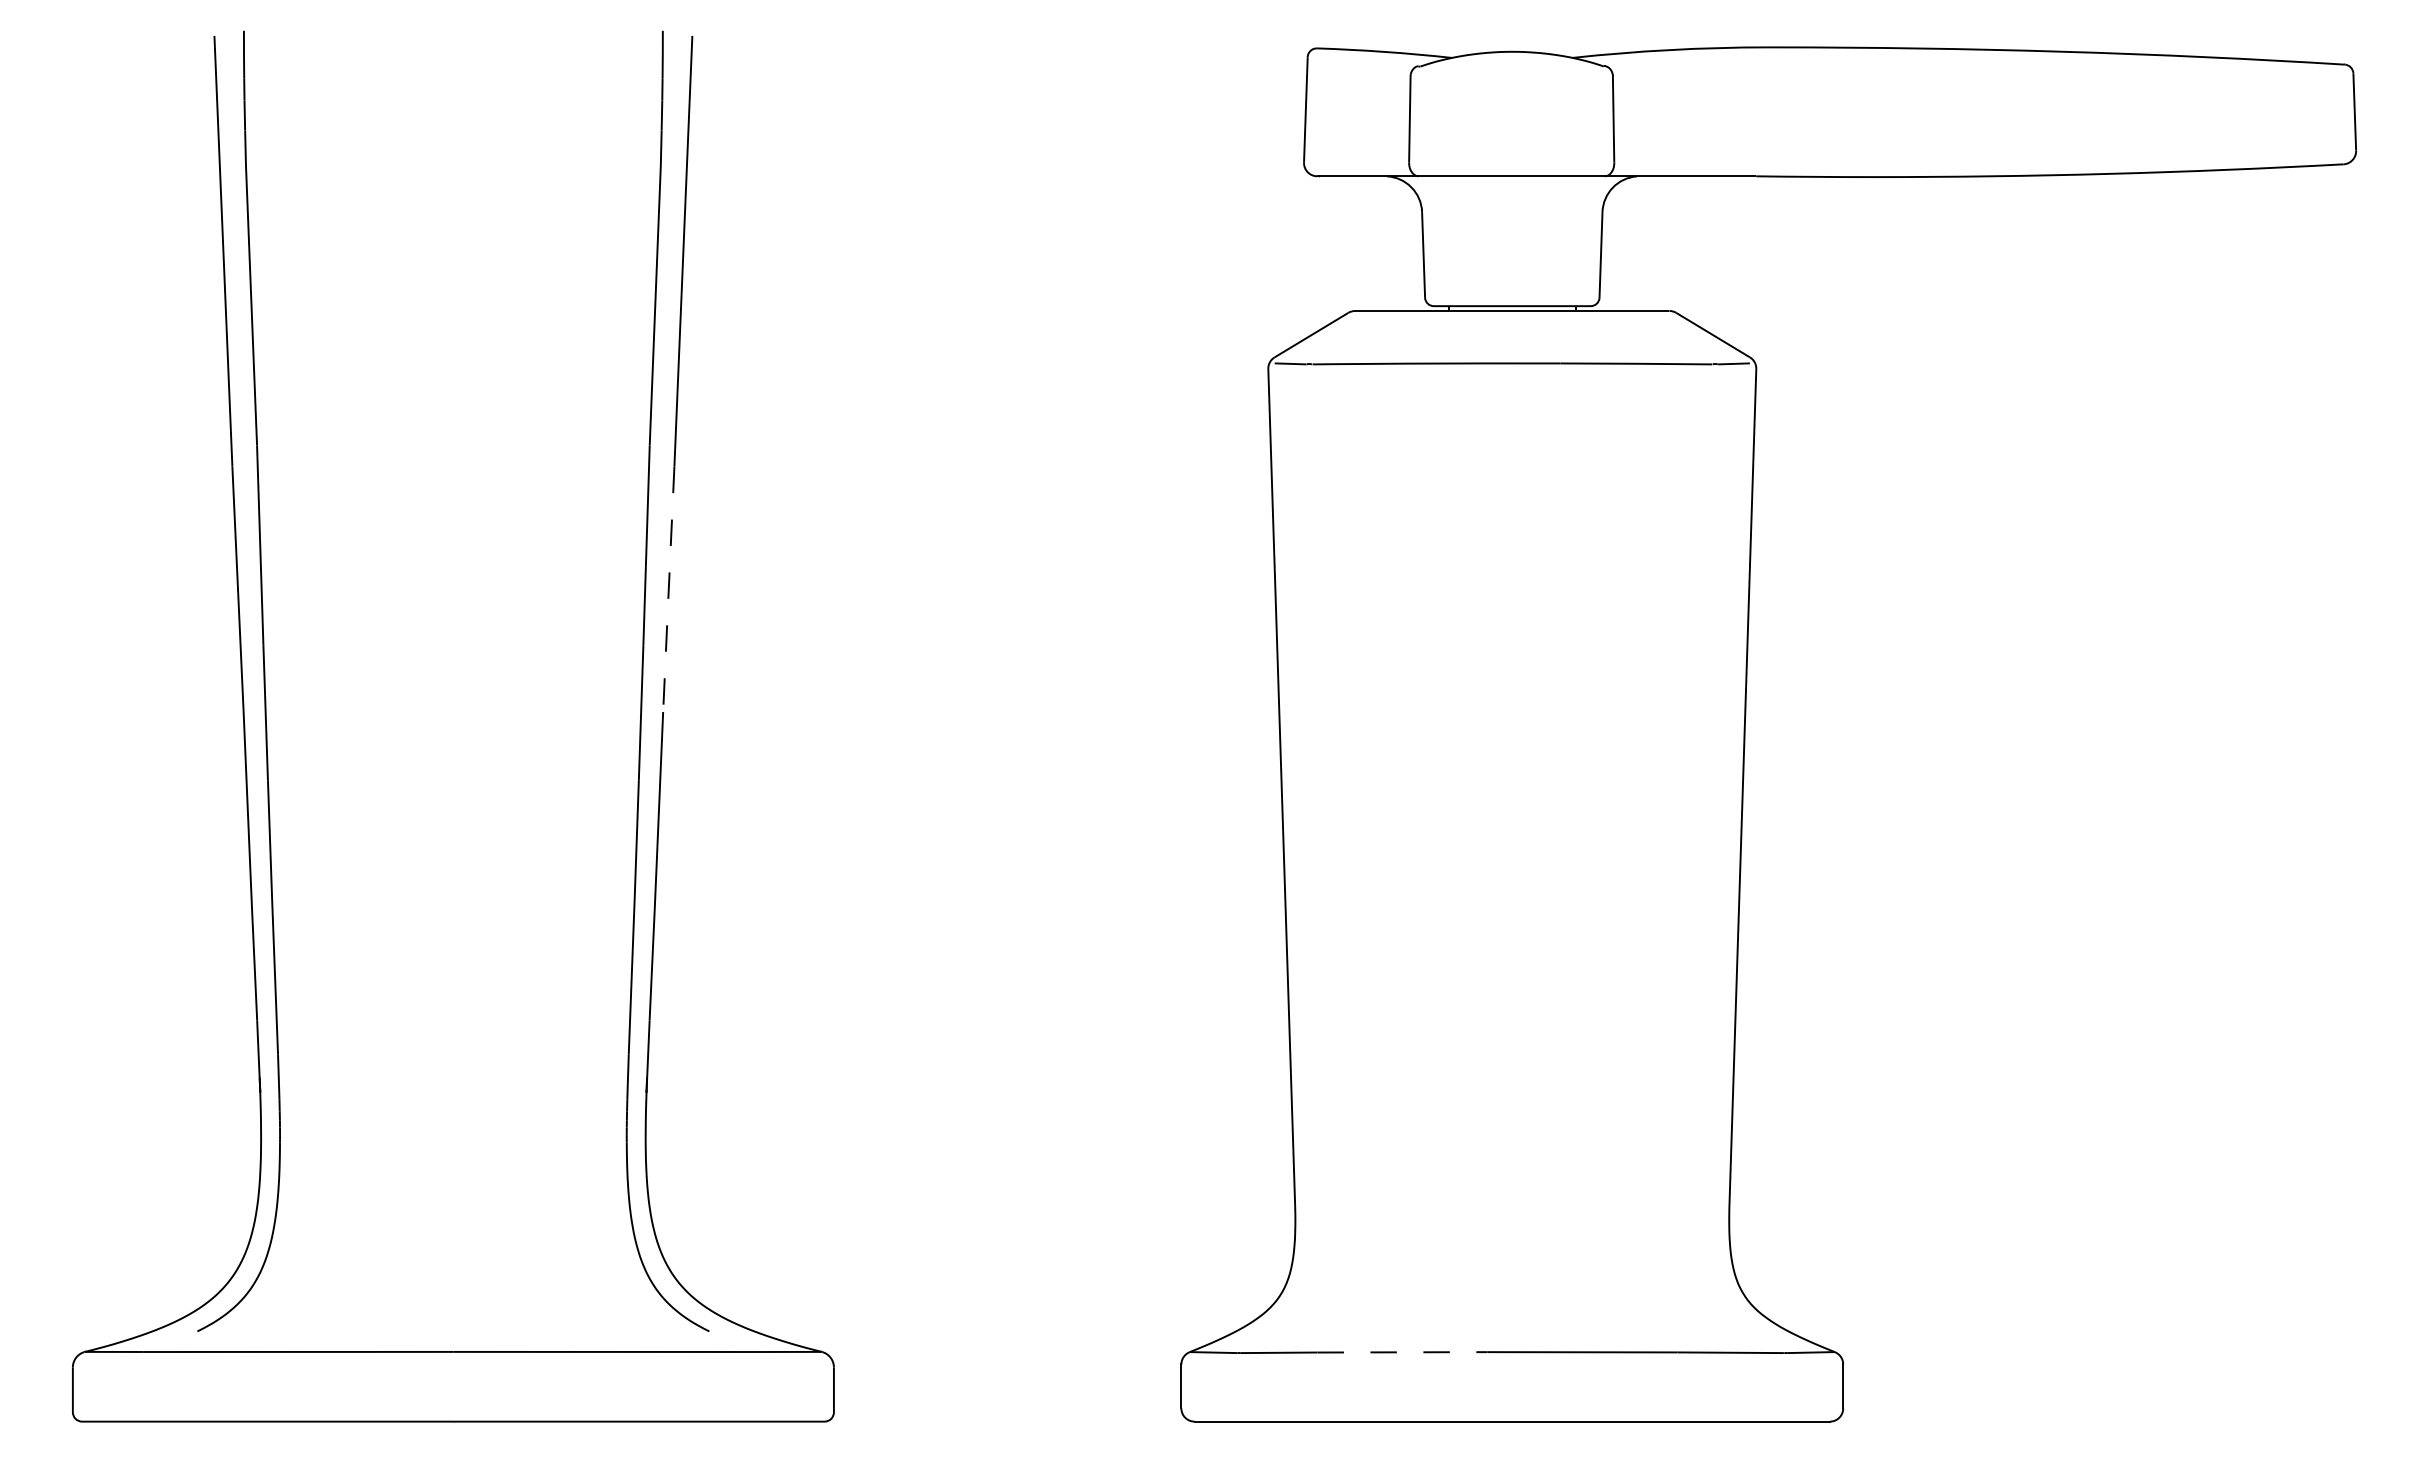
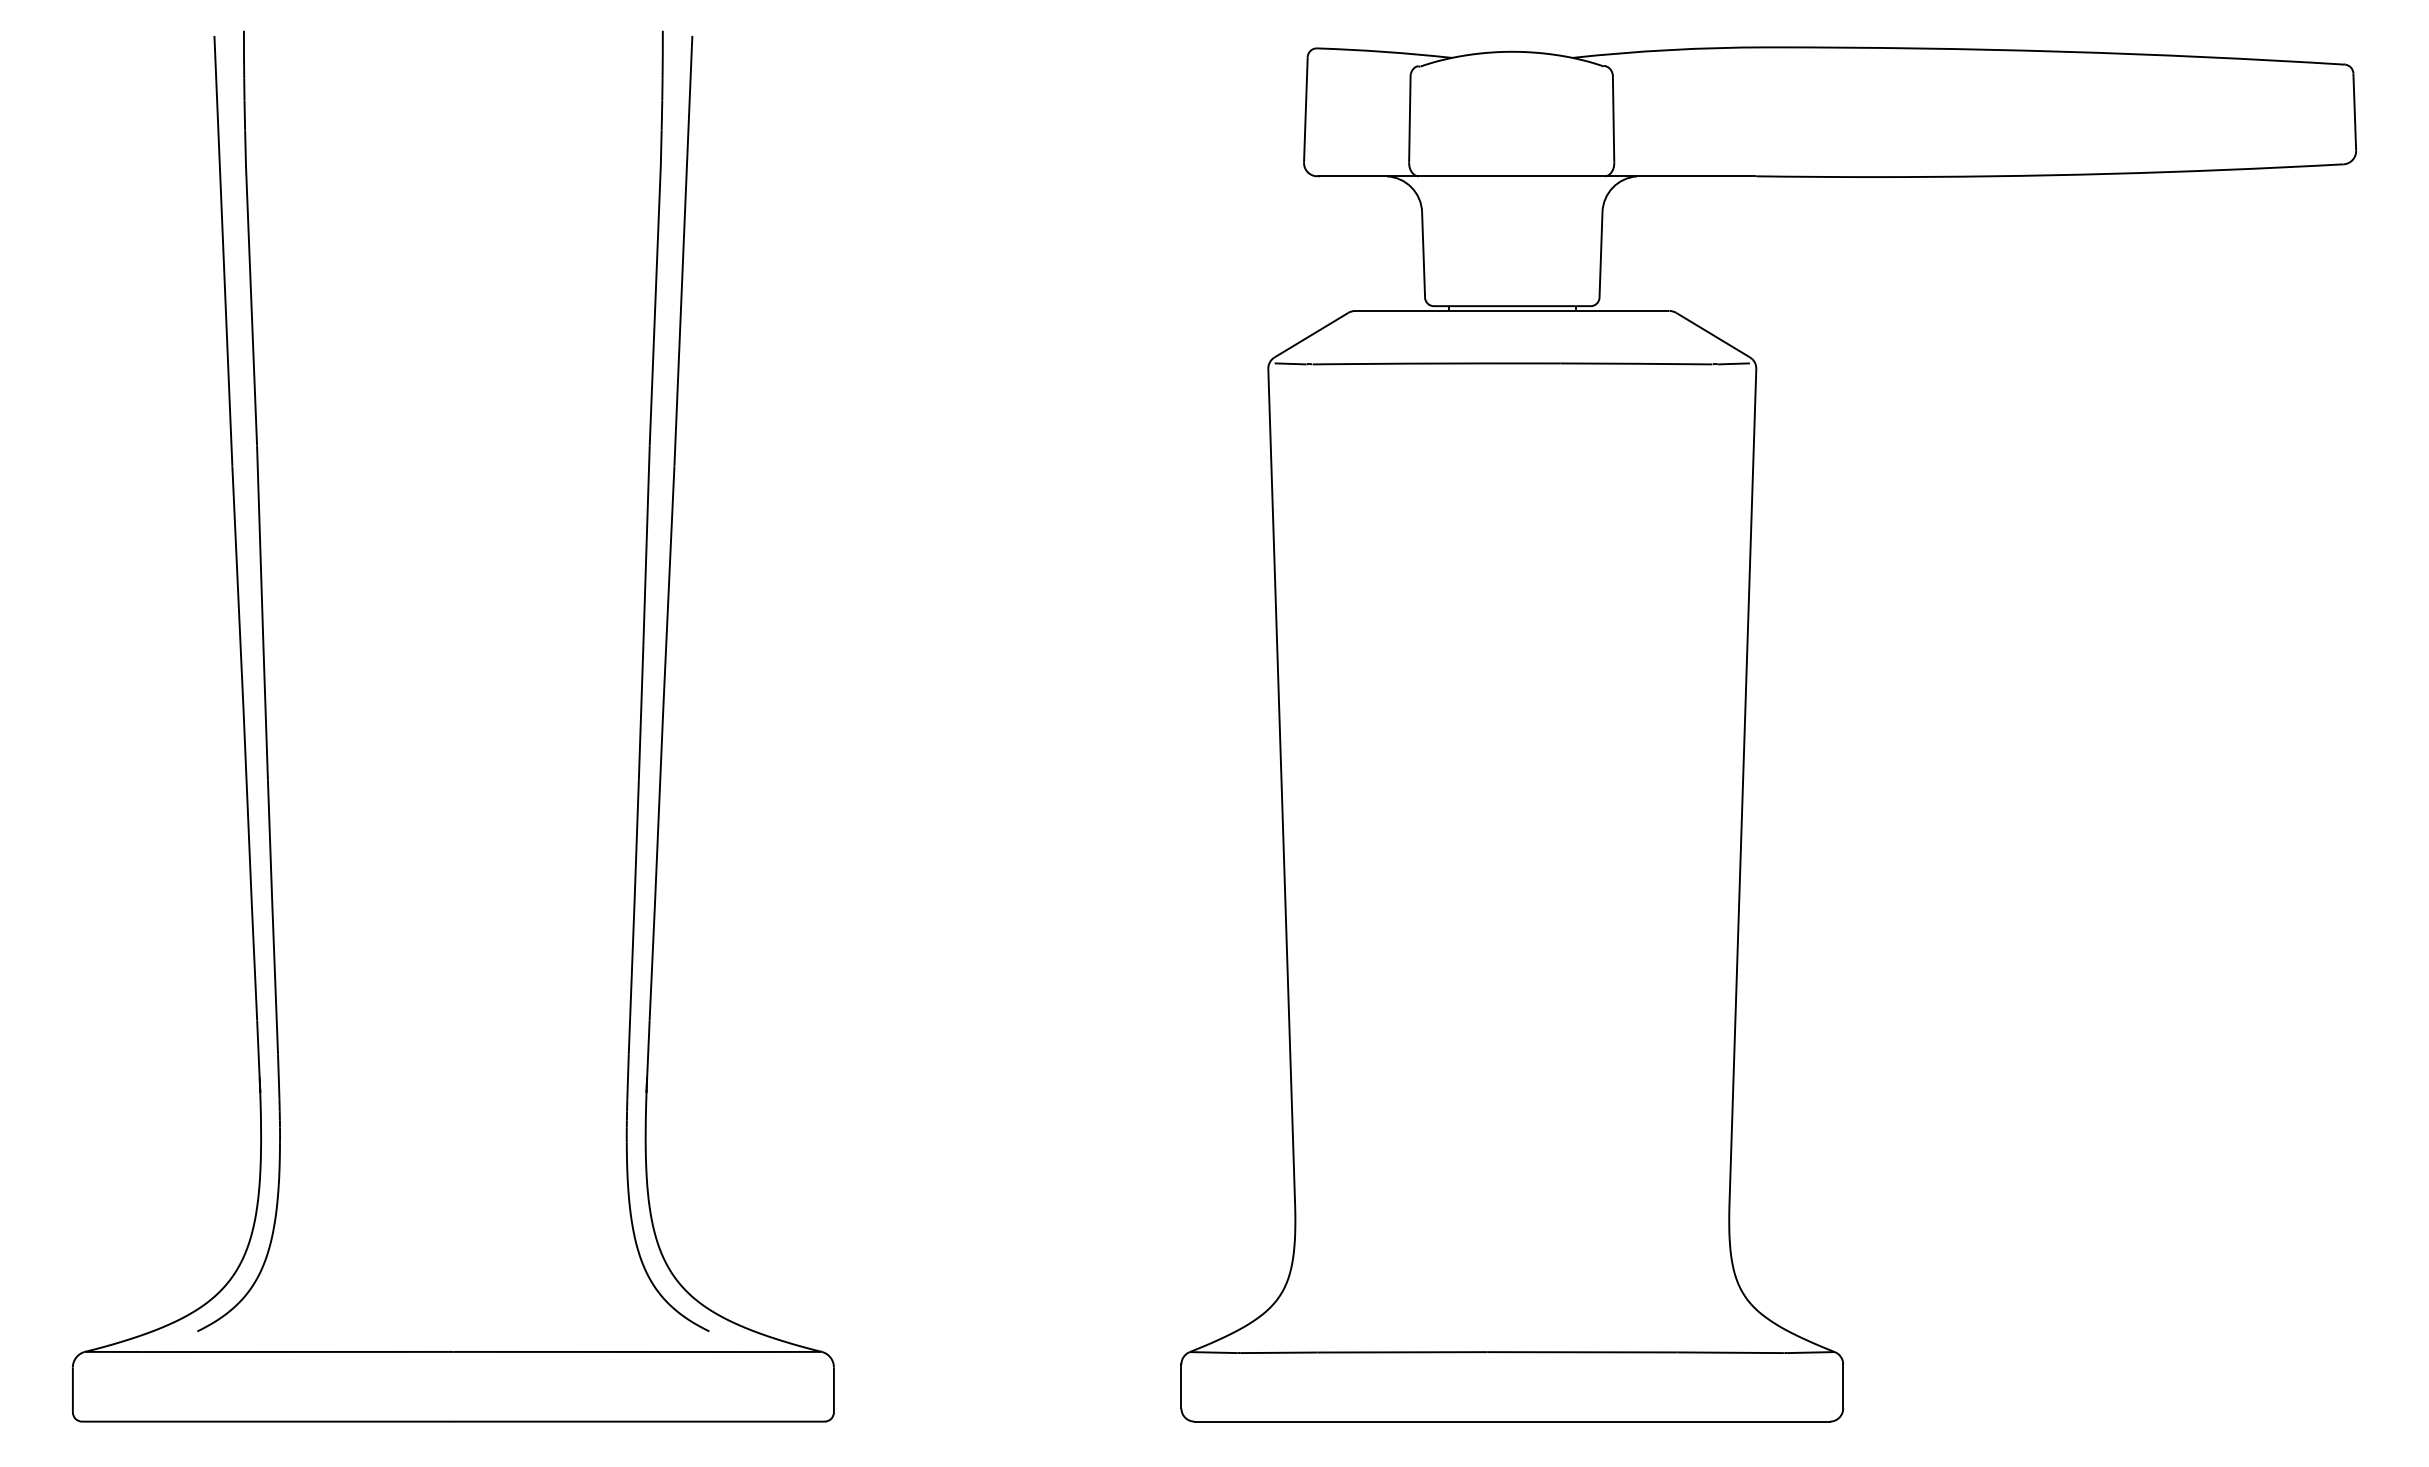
line at (668, 589): dashed -> solid
line at (1402, 1352): dashed -> solid
